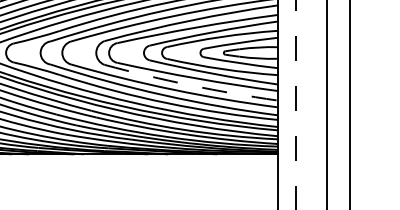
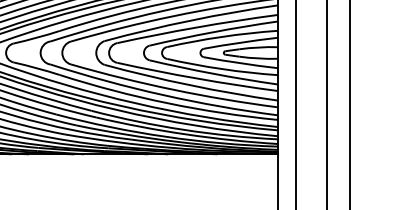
arc at (190, 85): dashed -> solid
line at (295, 105): dashed -> solid
